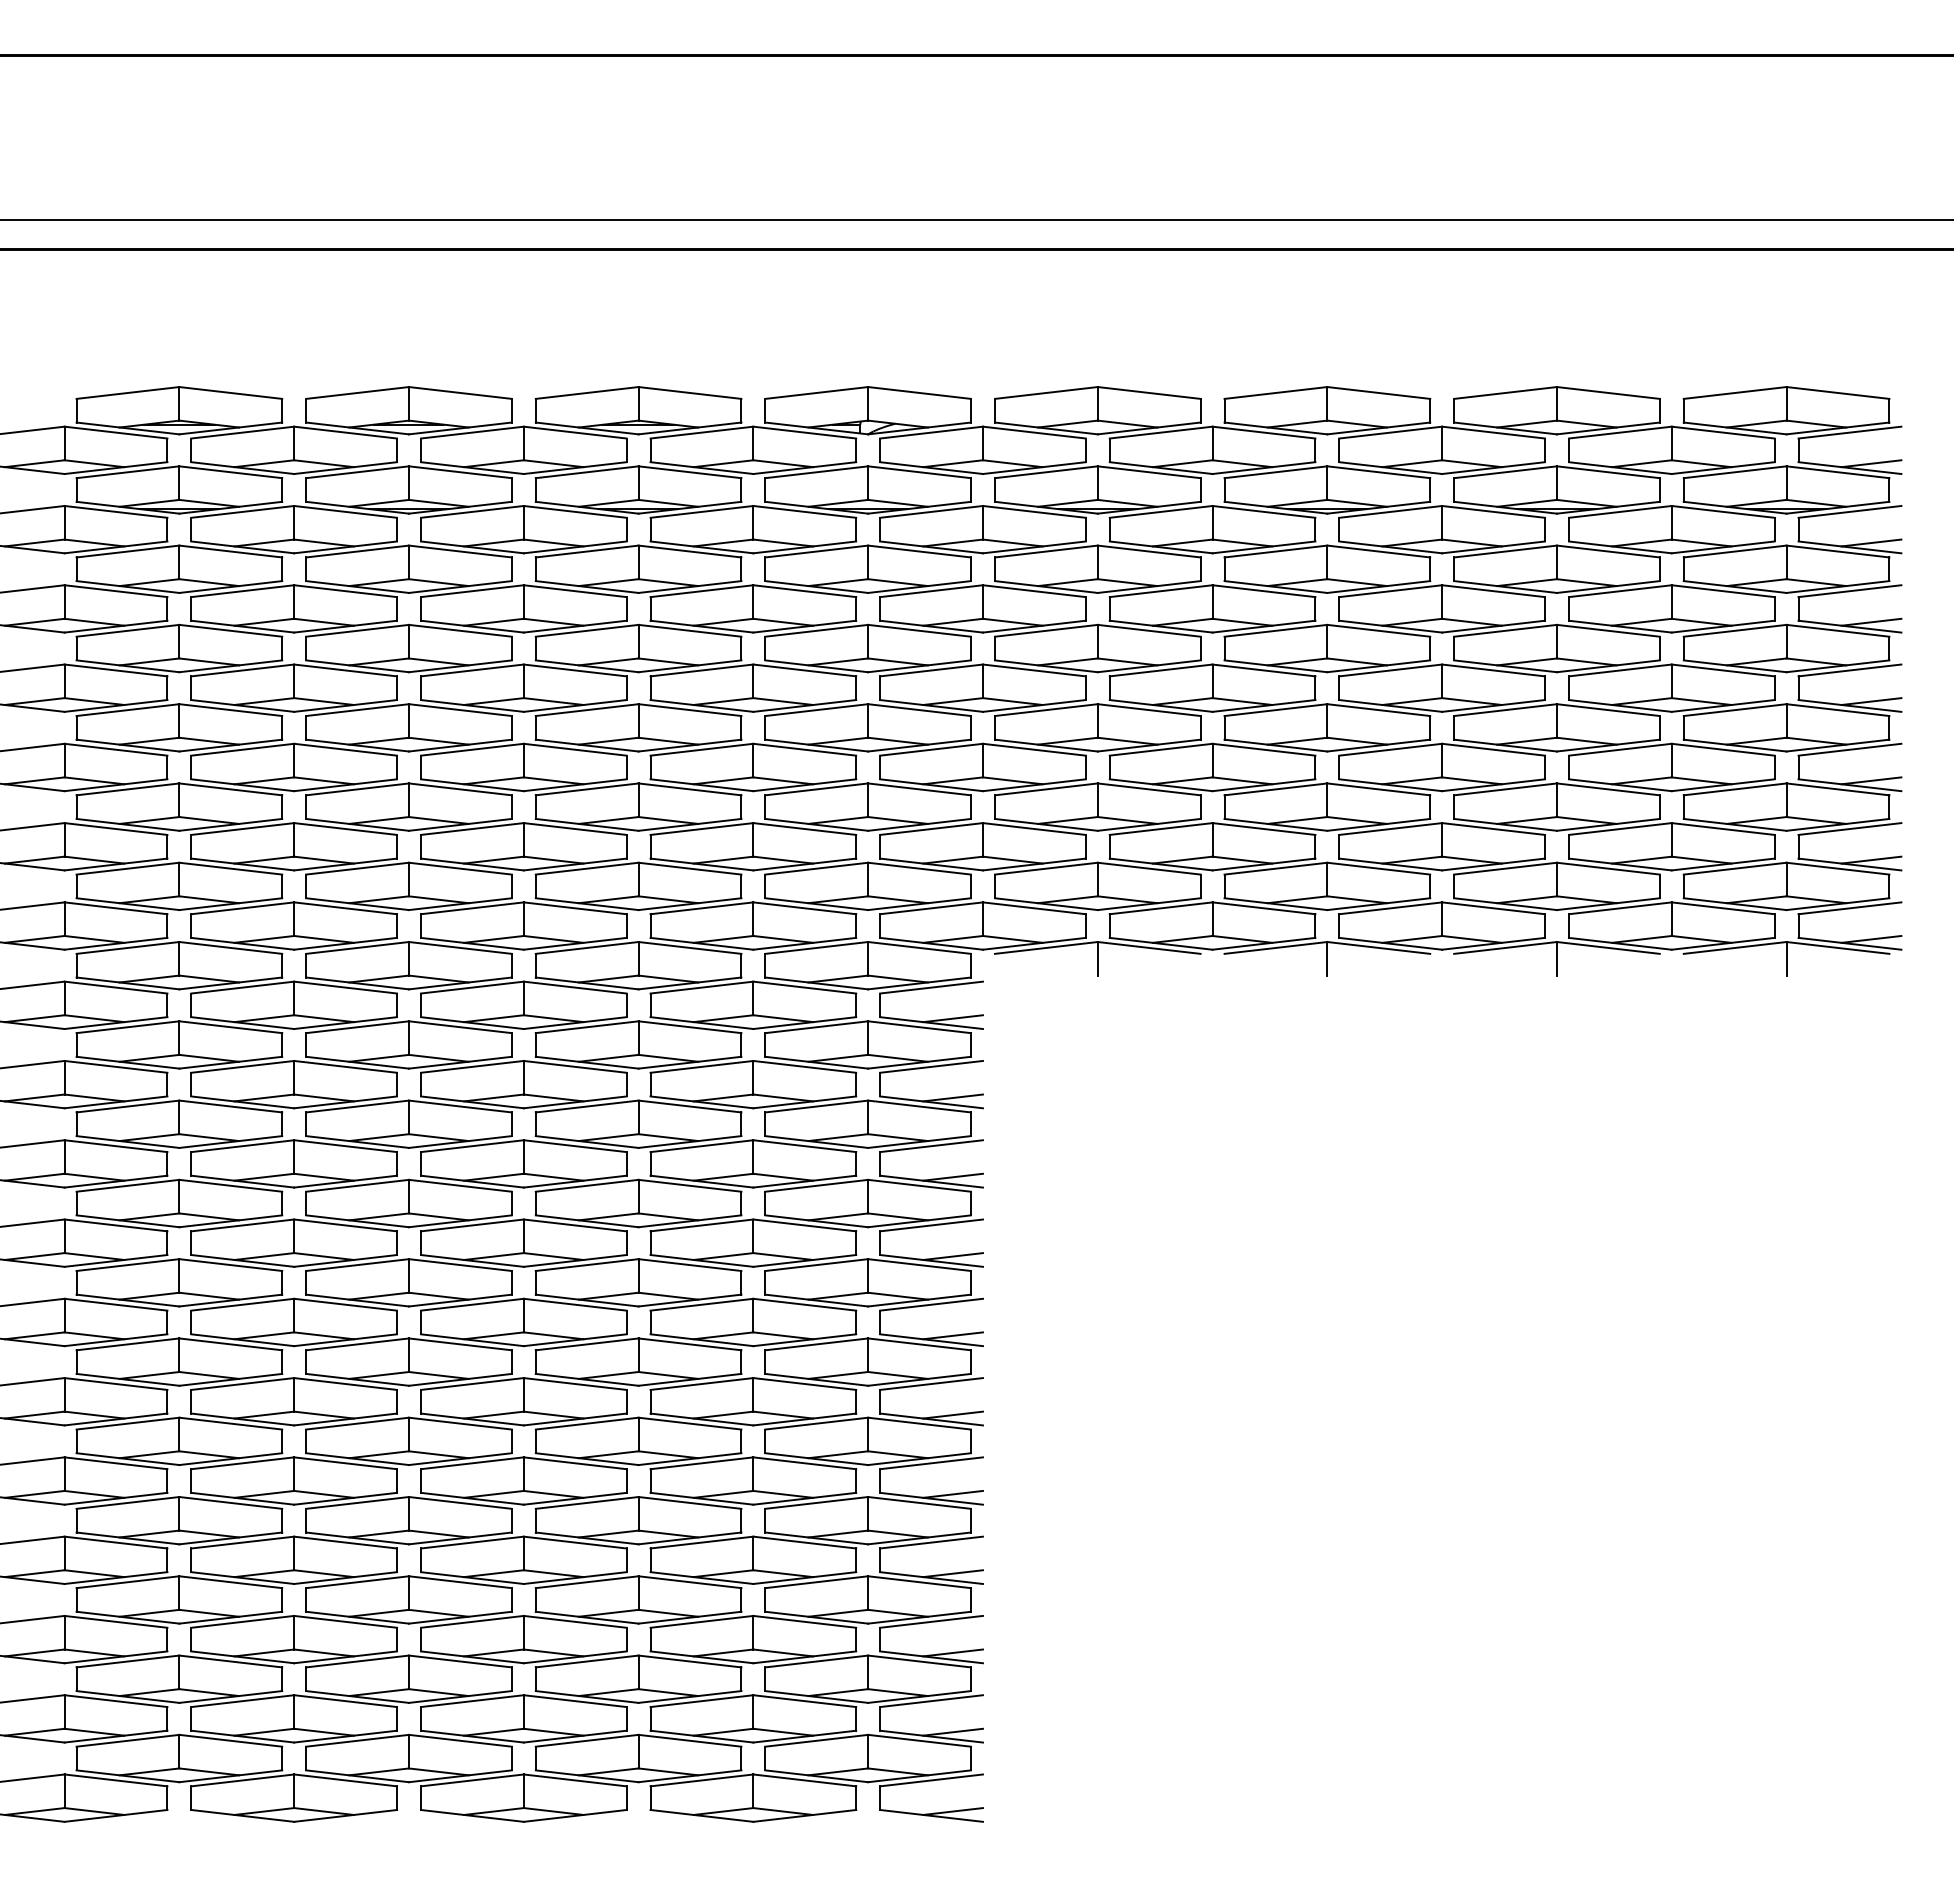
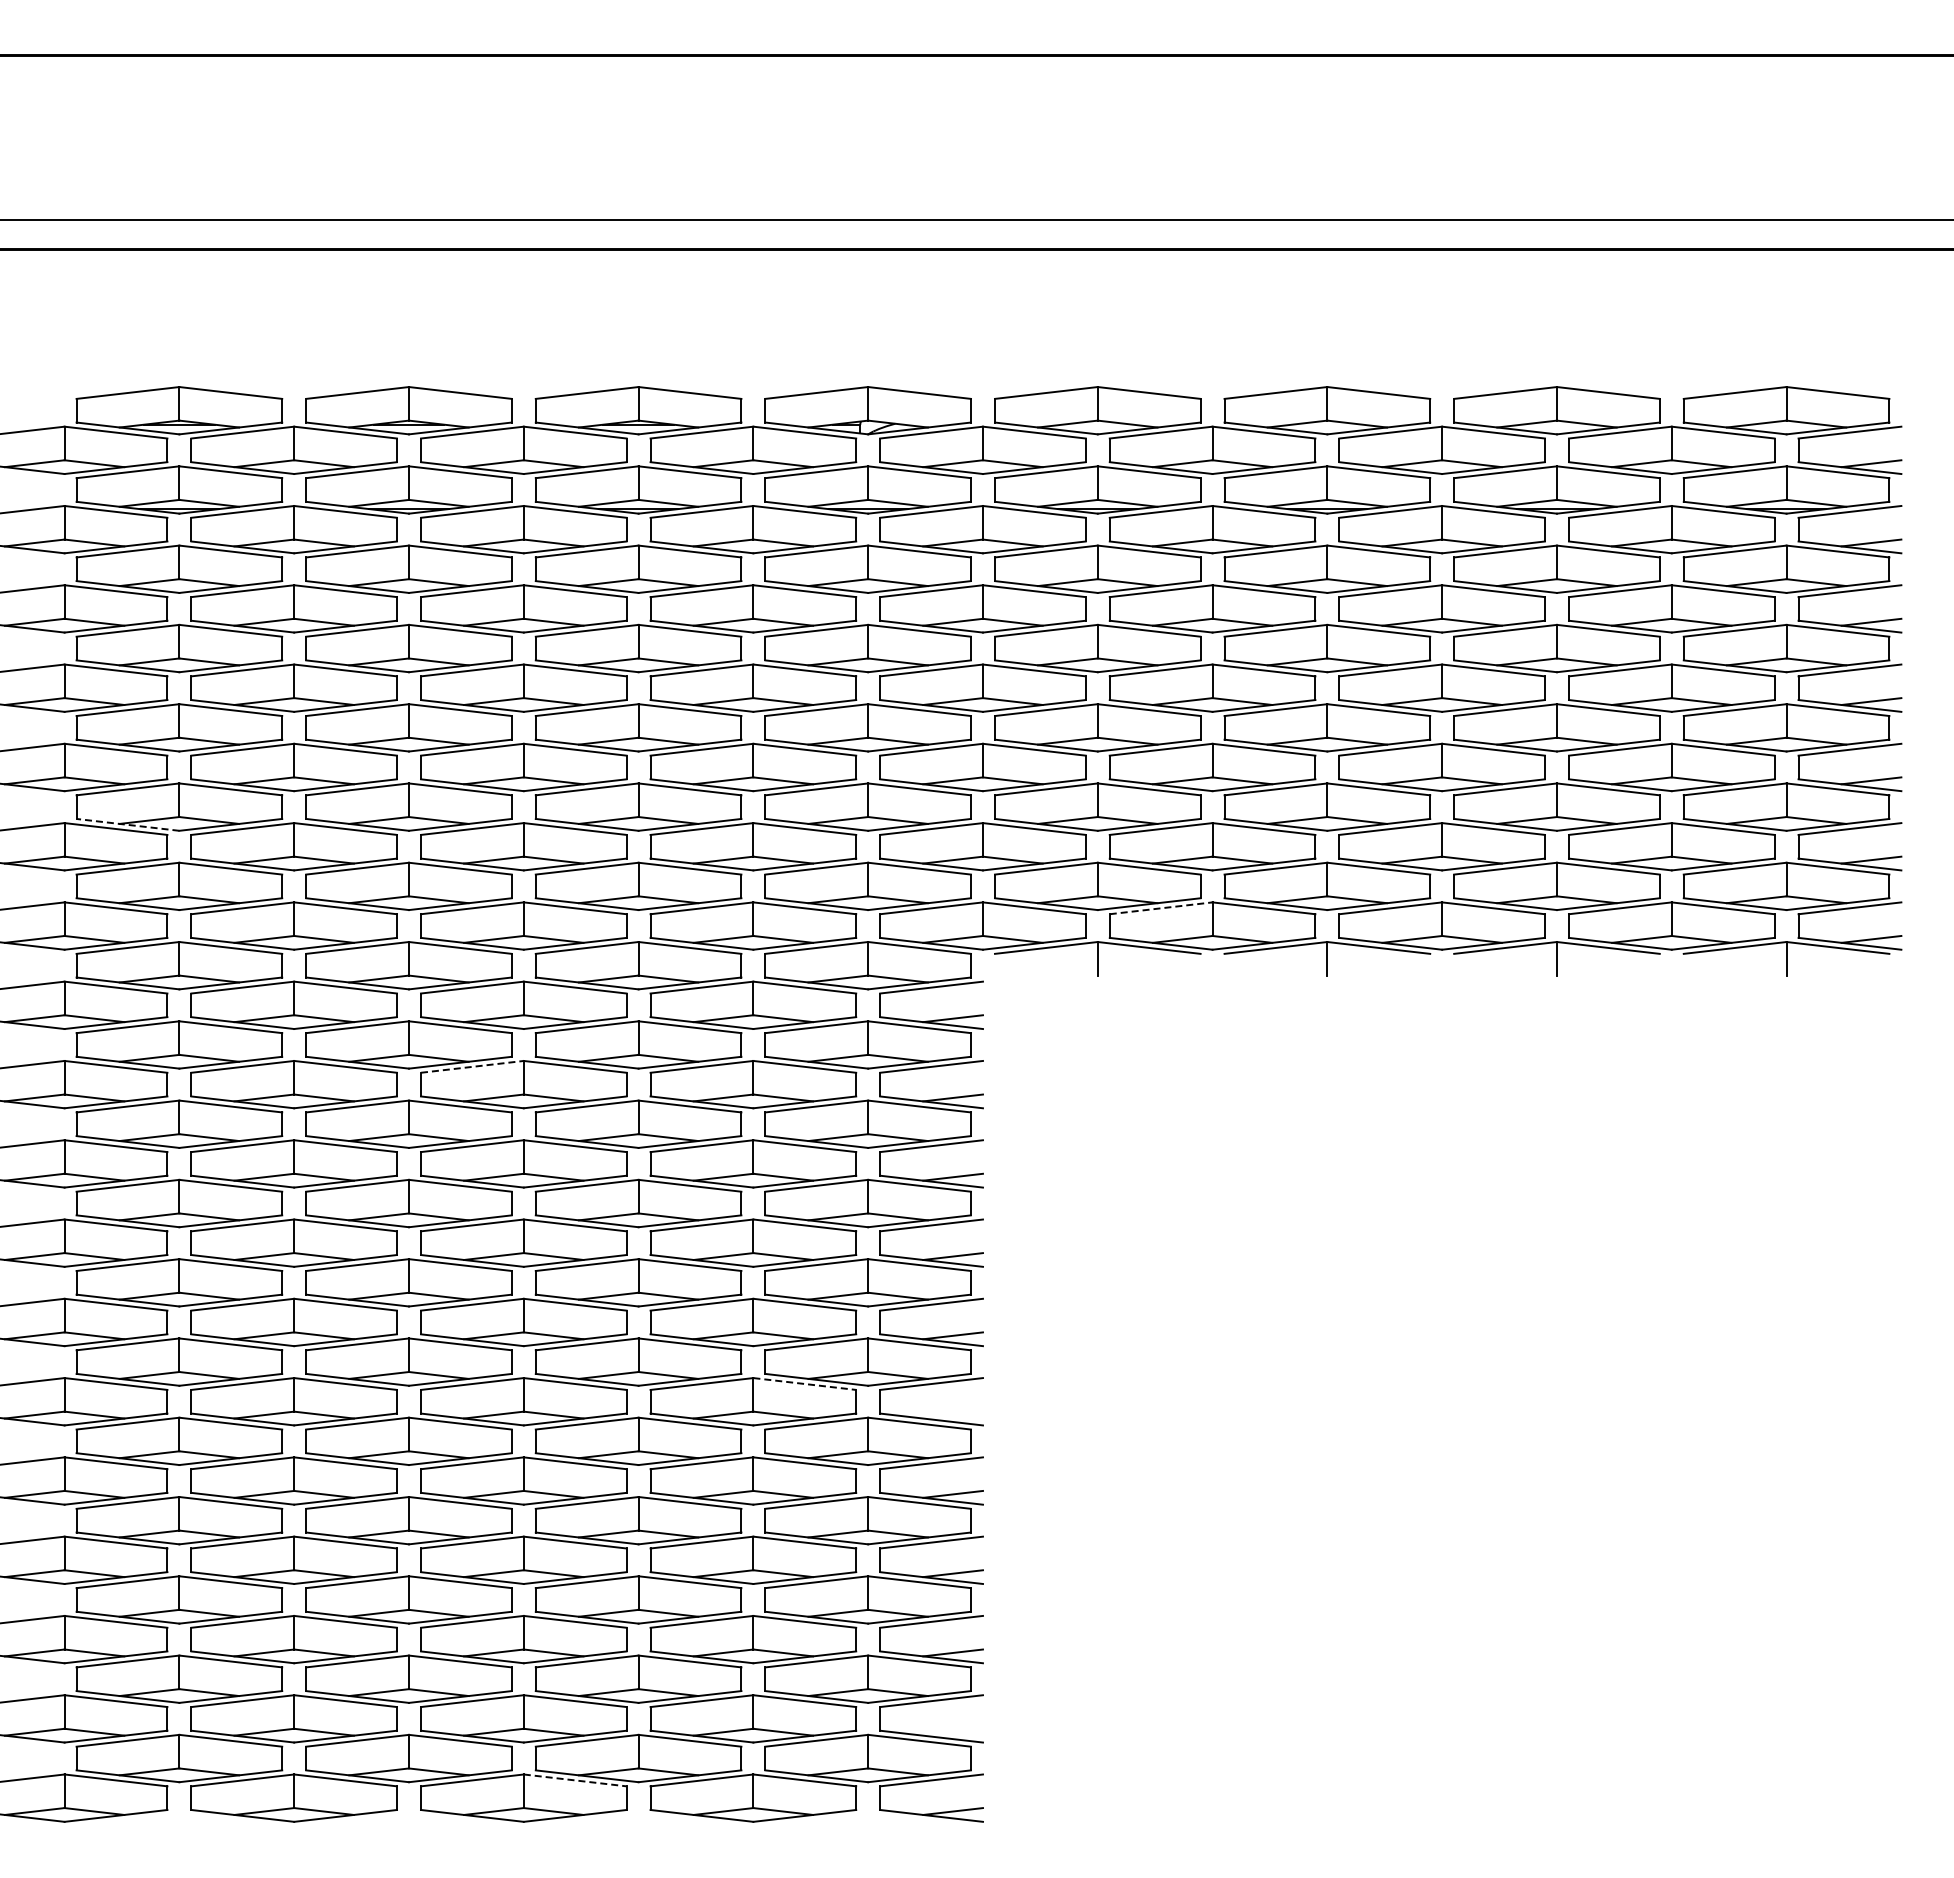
line at (128, 824): solid -> dashed
line at (1161, 908): solid -> dashed
line at (472, 1066): solid -> dashed
line at (804, 1384): solid -> dashed
line at (952, 1414): present -> none
line at (952, 1731): present -> none
line at (575, 1780): solid -> dashed
